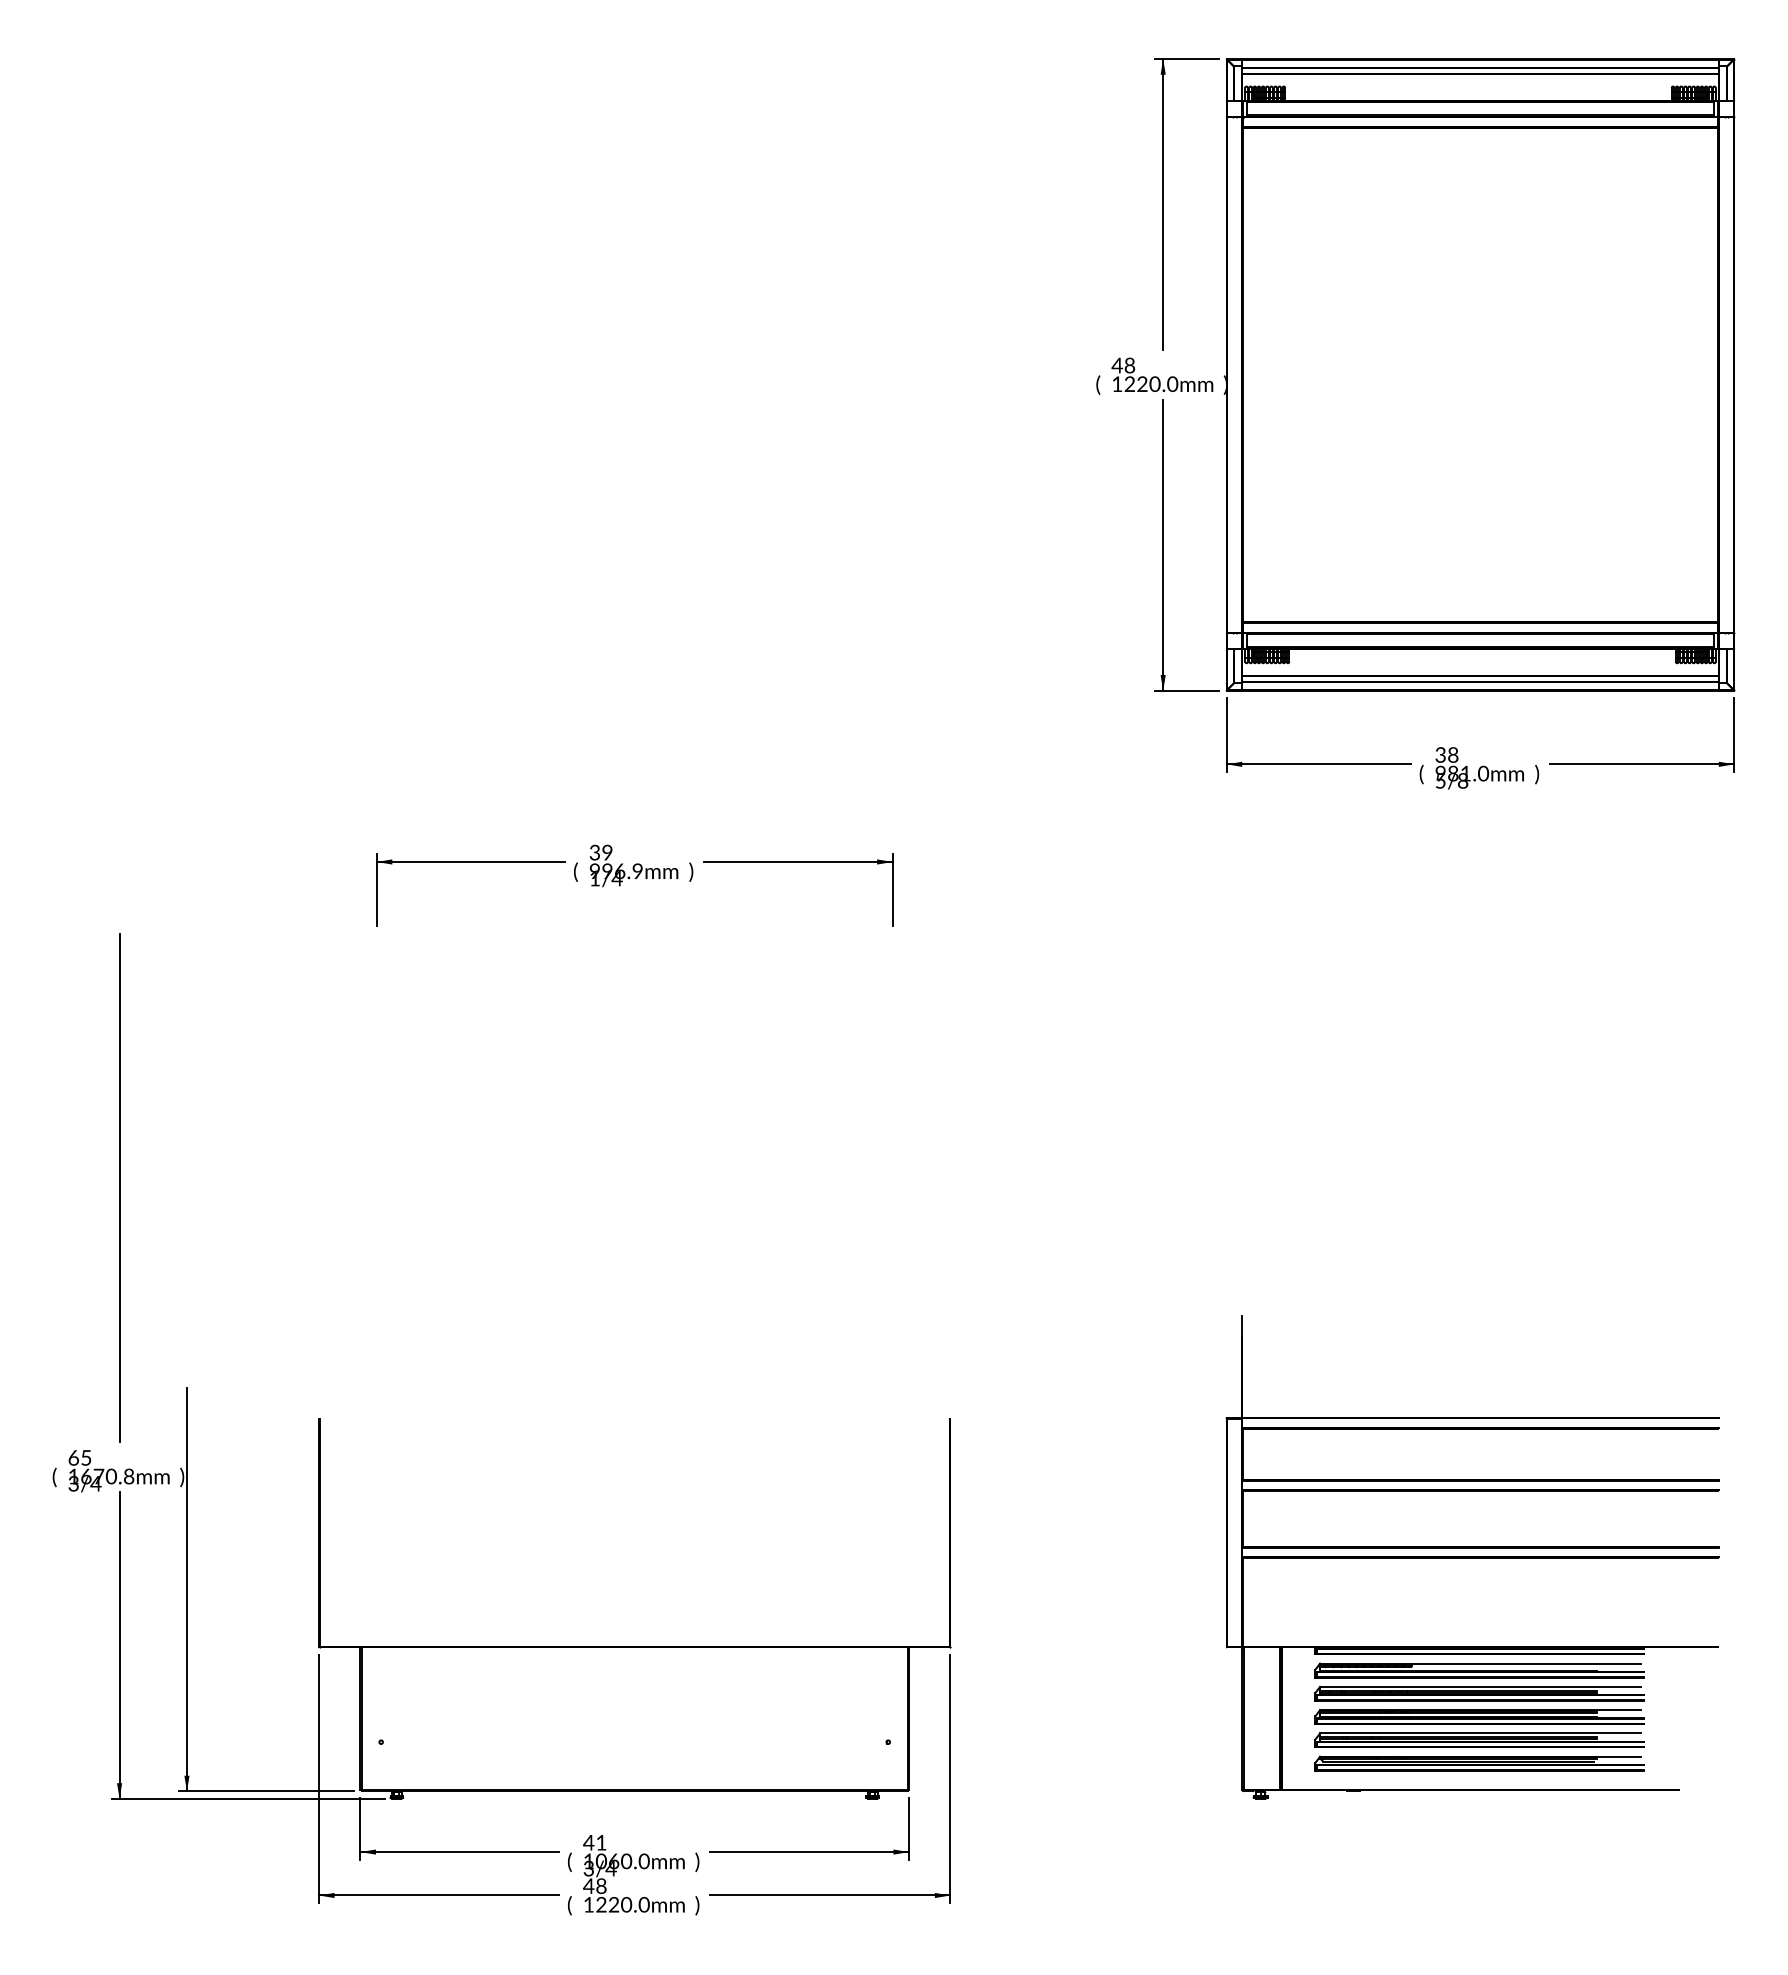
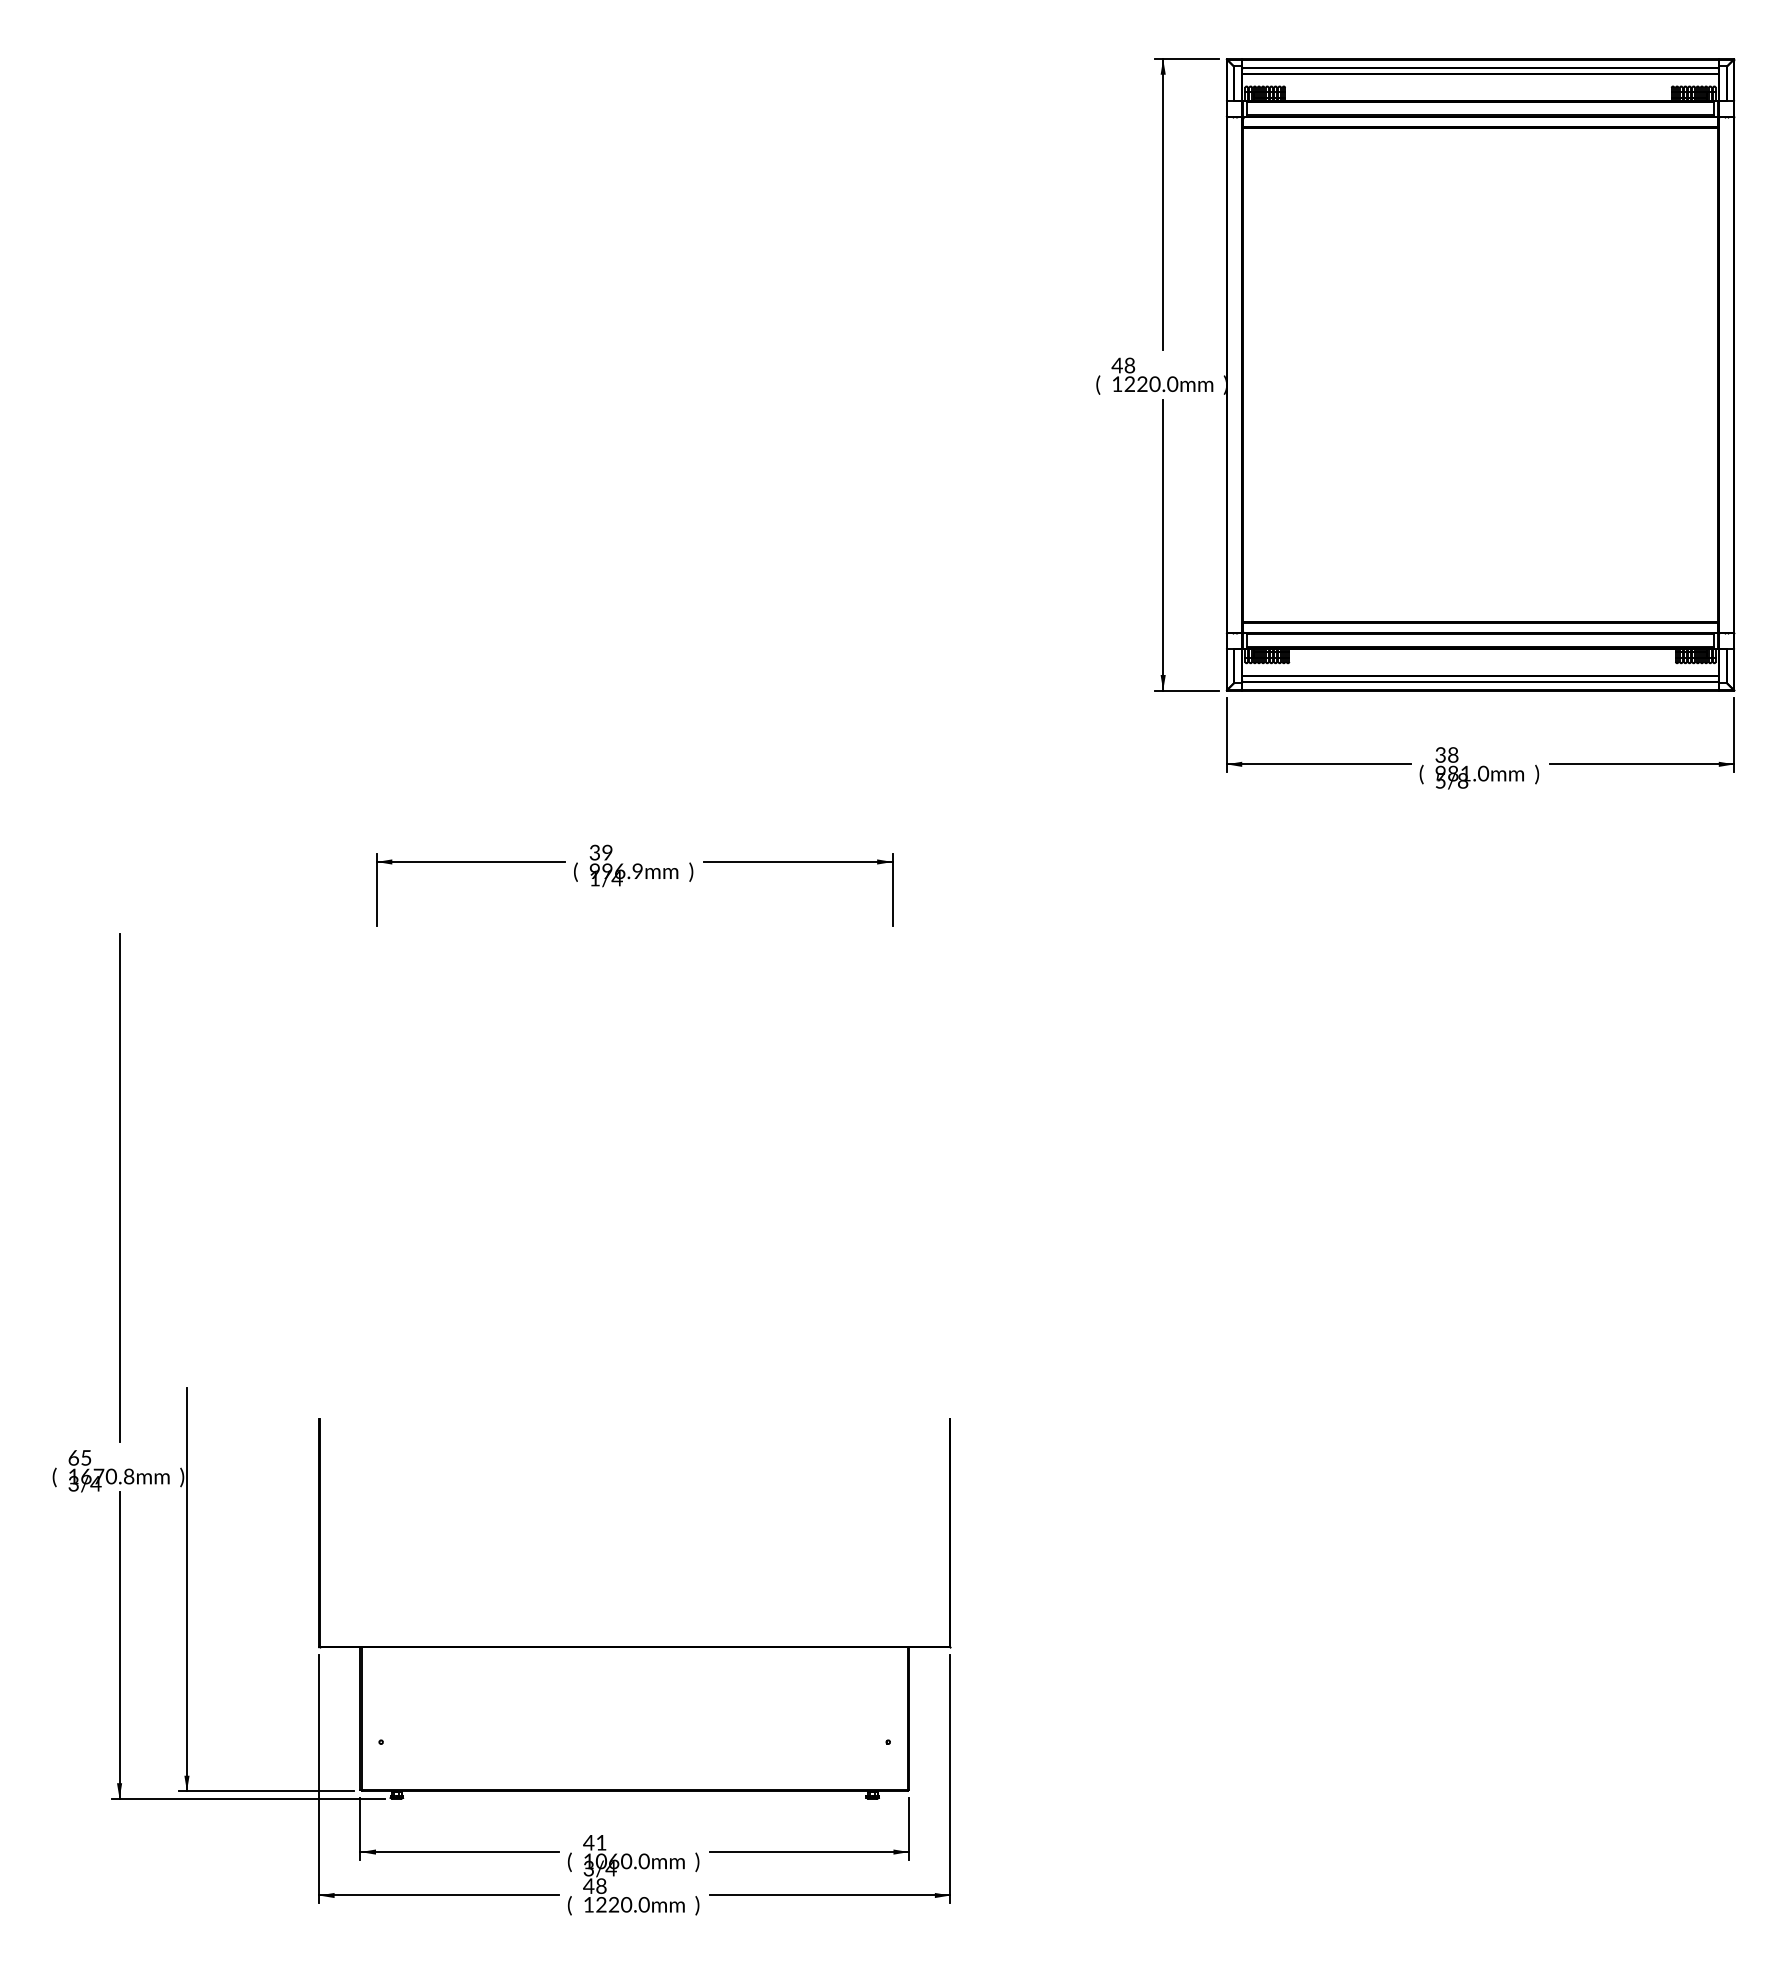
part at (1472, 1557): present -> none
